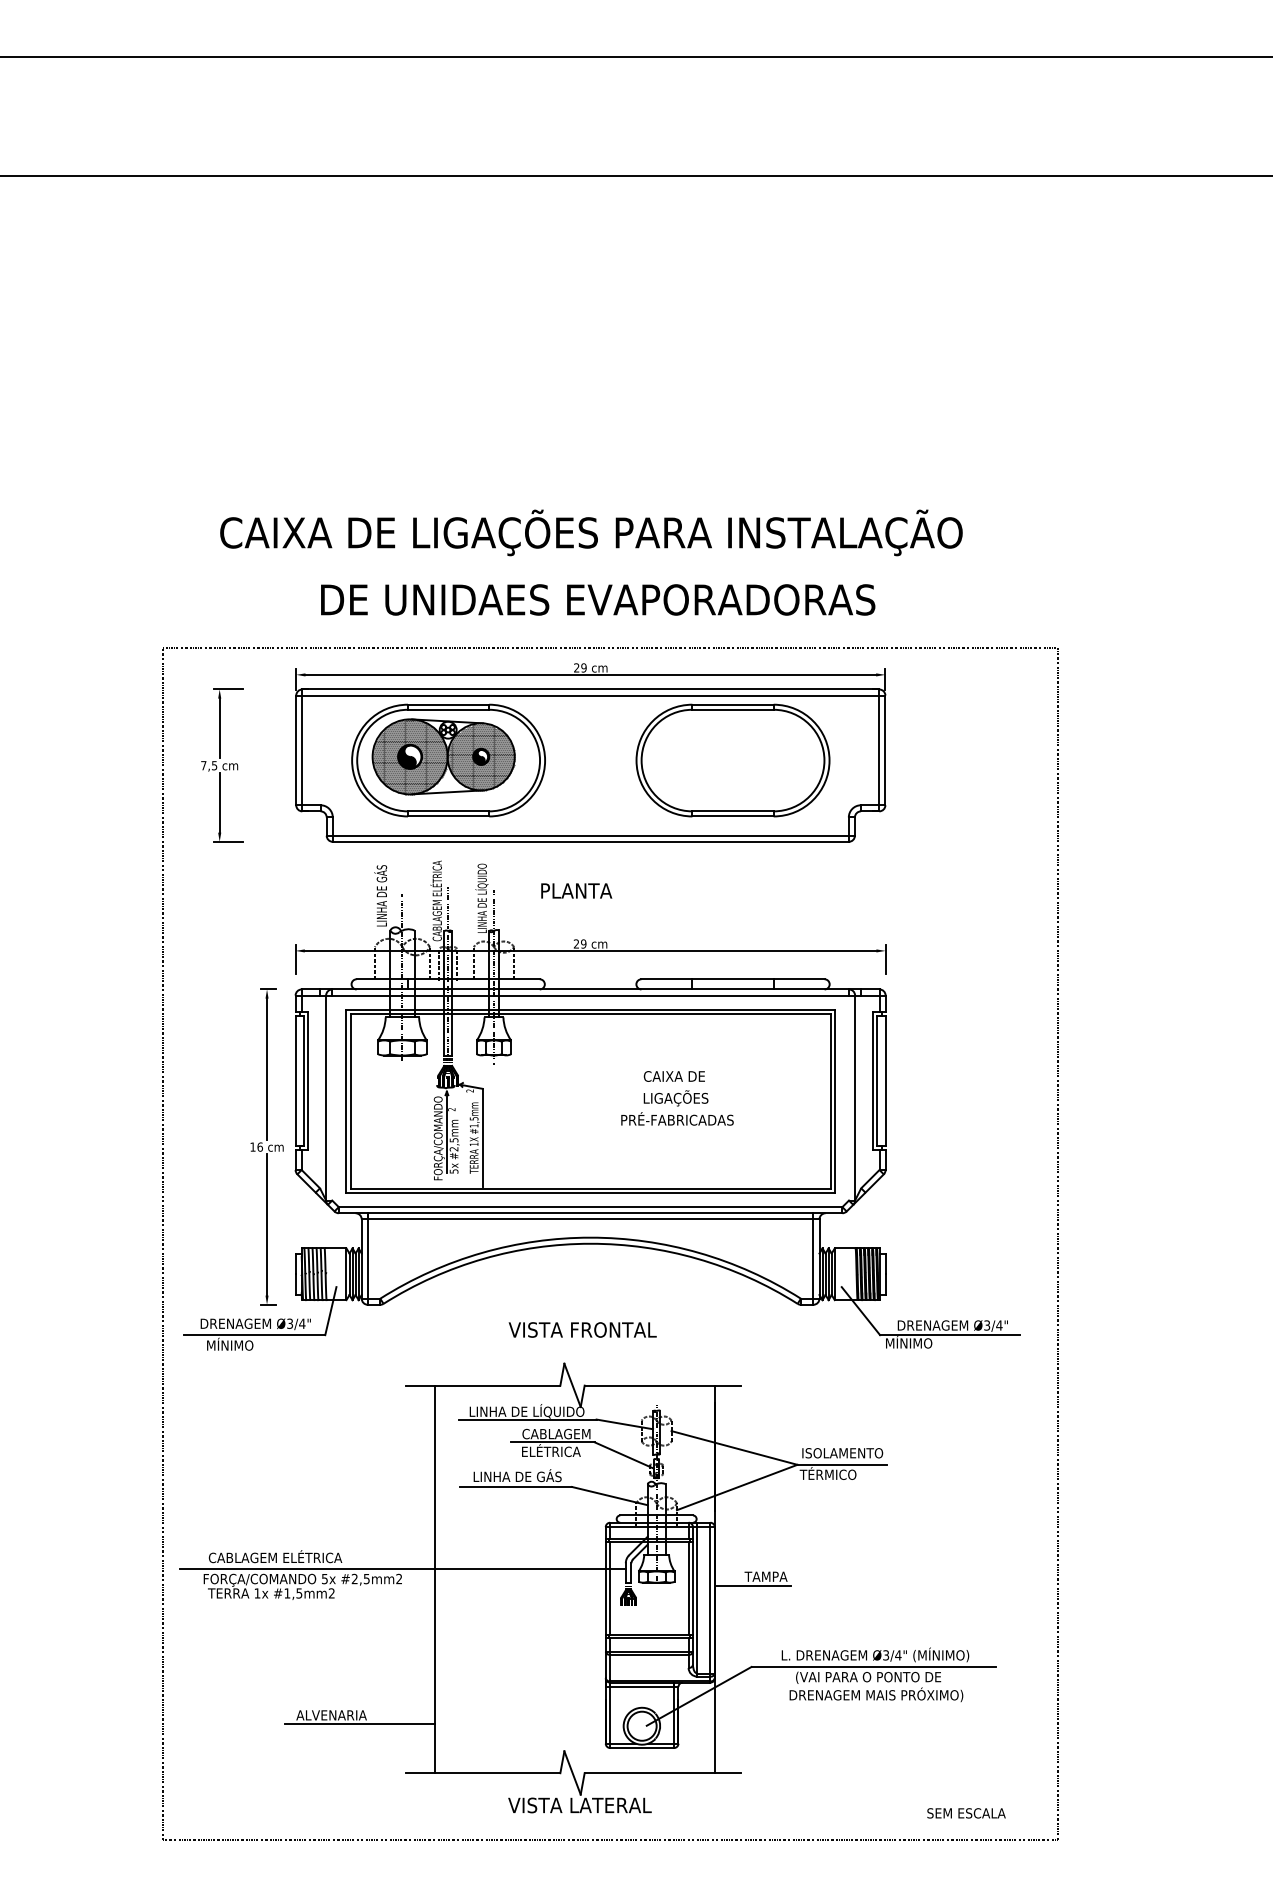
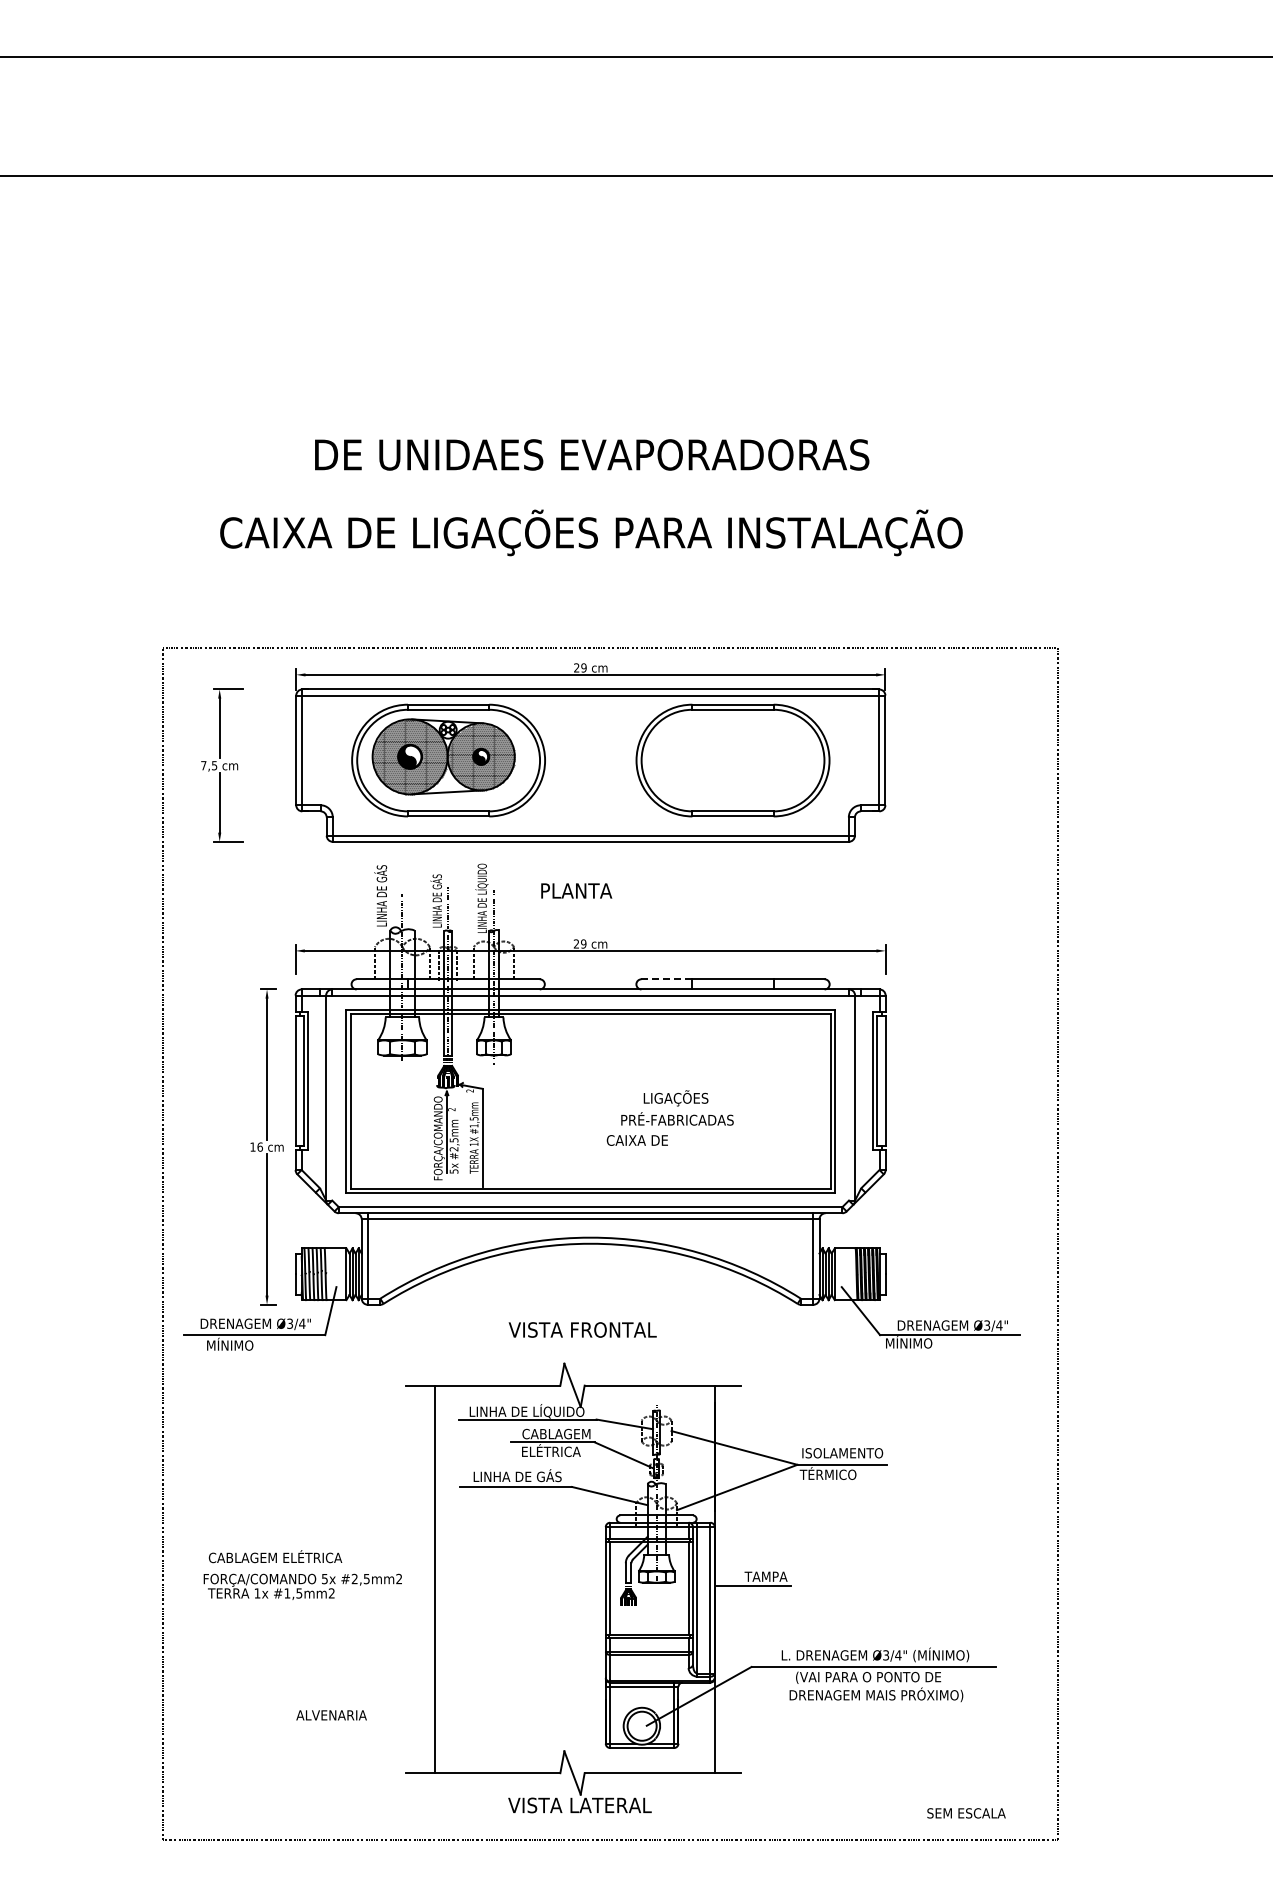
text at (598, 599) position: (598, 599) -> (592, 454)
text at (435, 900): CABLAGEM ELÉTRICA -> LINHA DE GÁS
line at (667, 979): solid -> dashed
text at (673, 1076) position: (673, 1076) -> (636, 1140)
line at (402, 1569): present -> none
line at (359, 1724): present -> none
